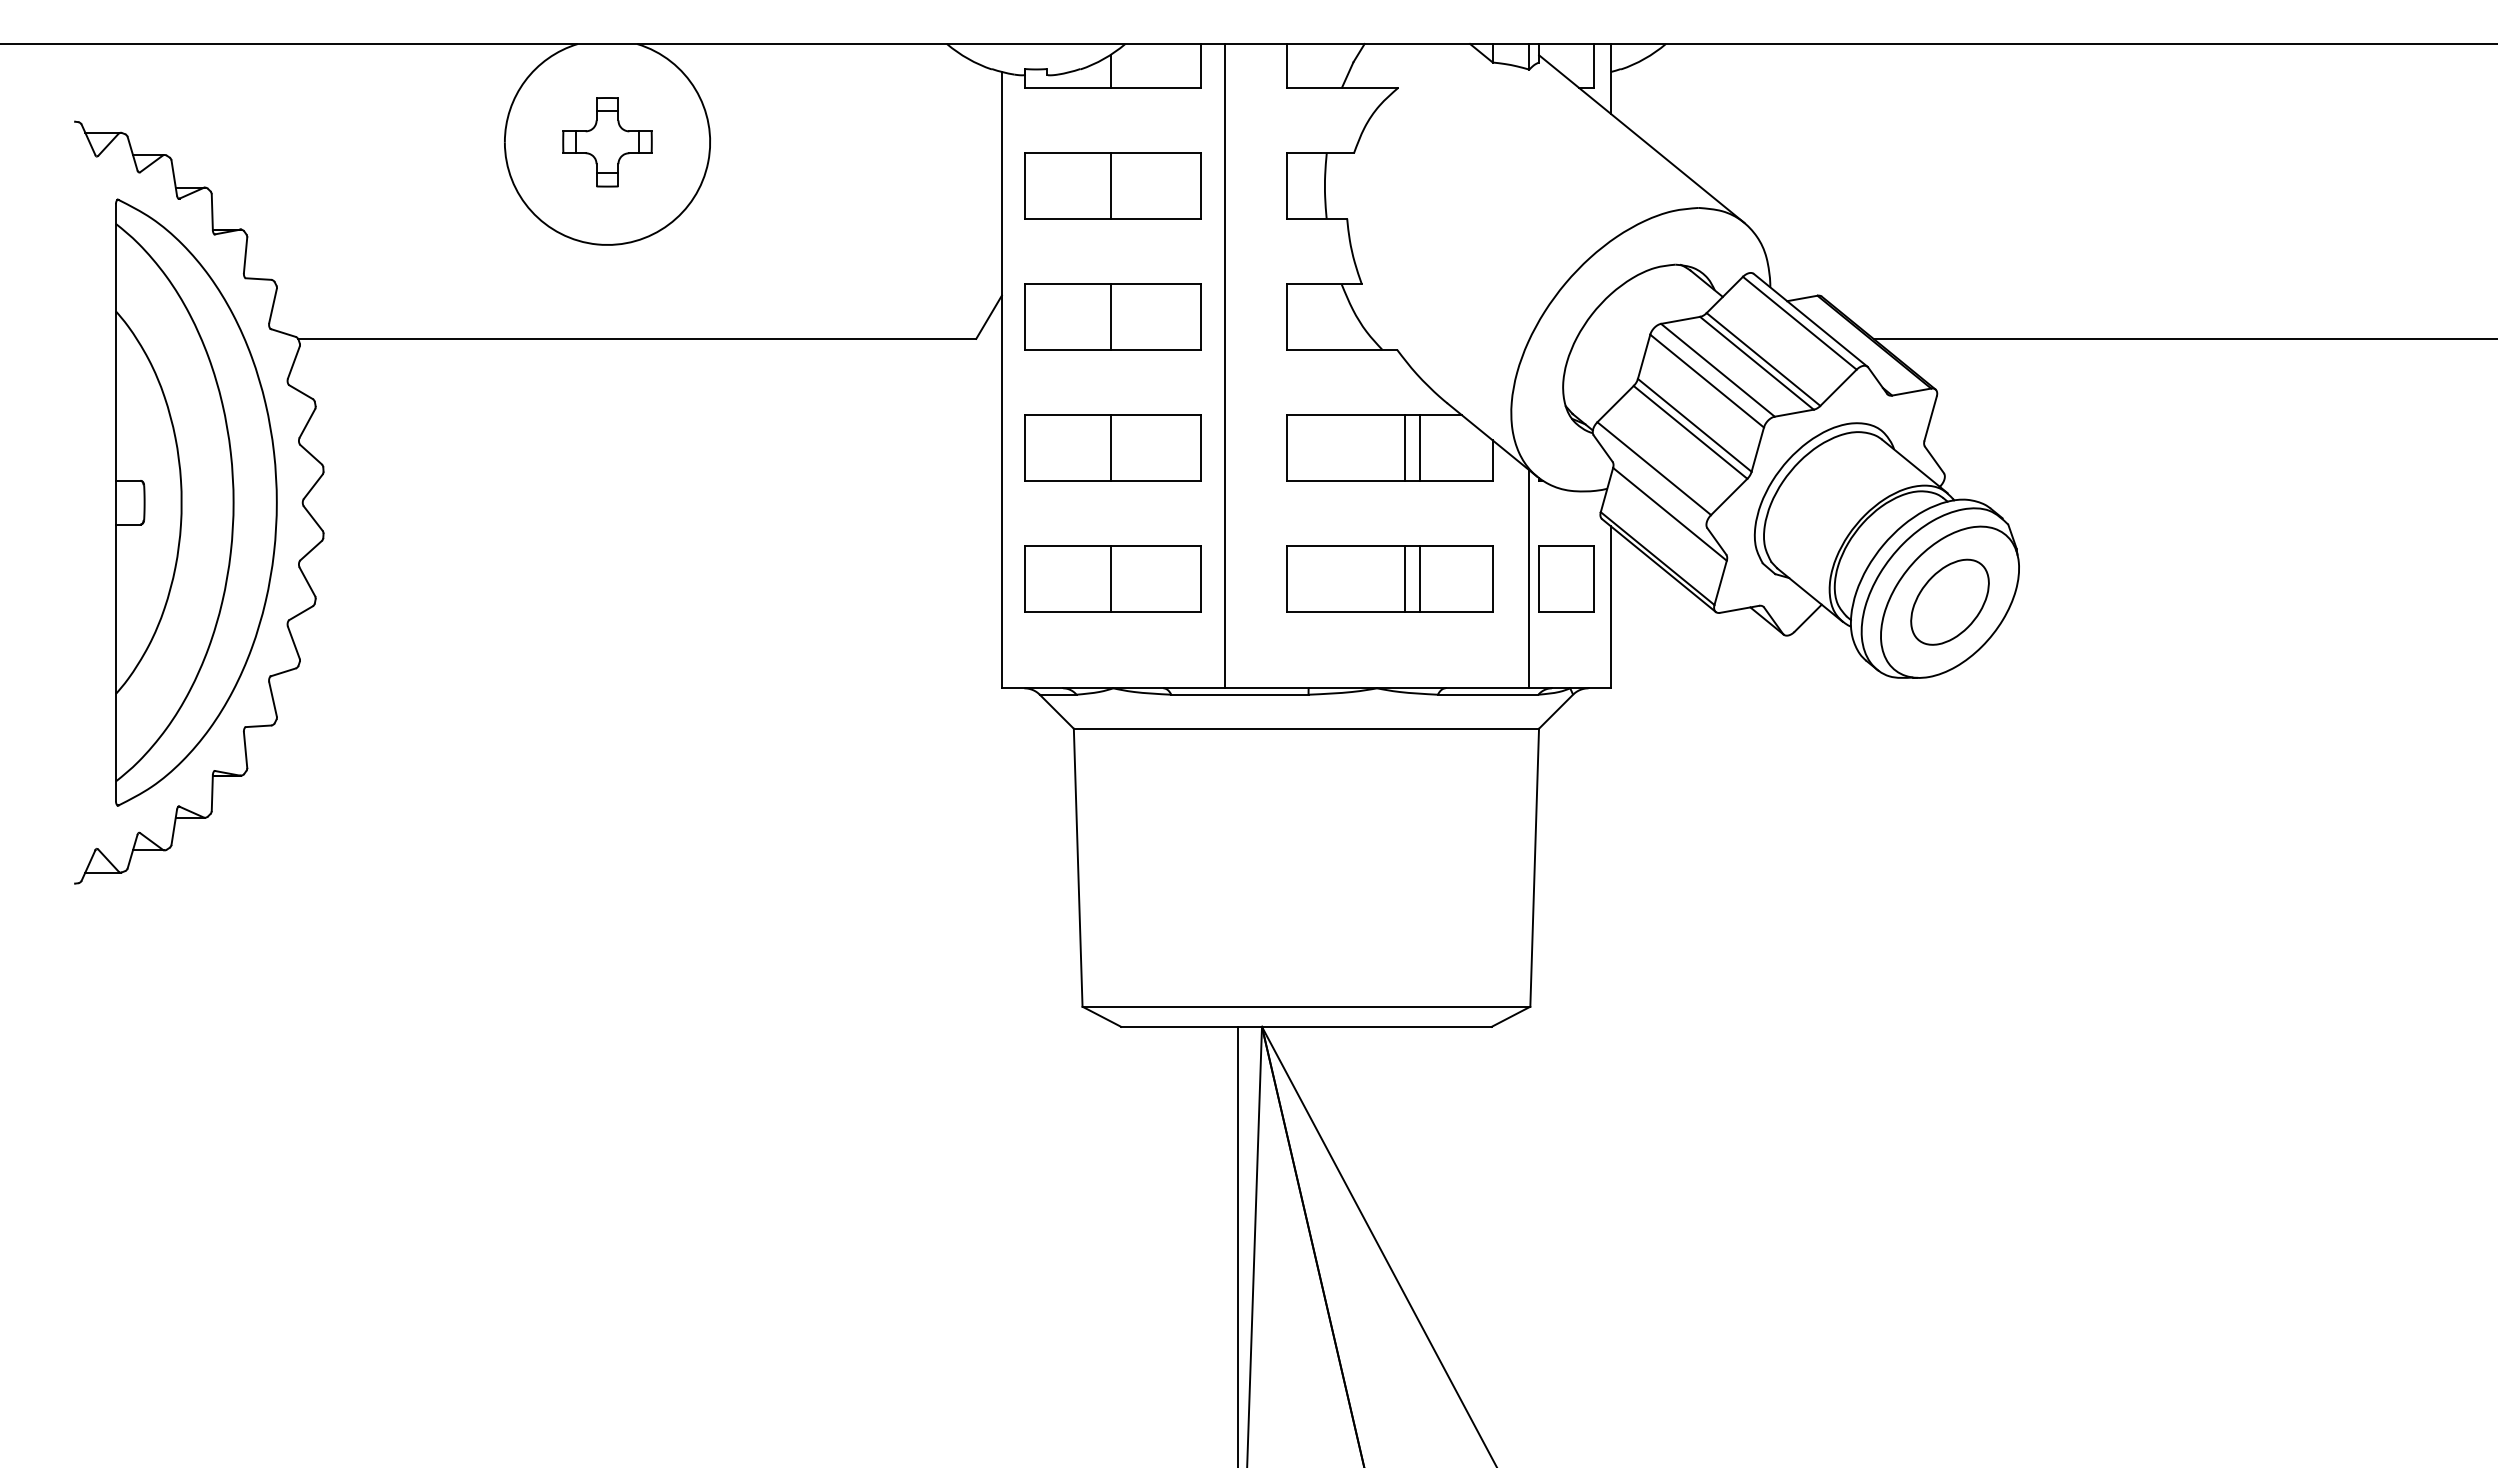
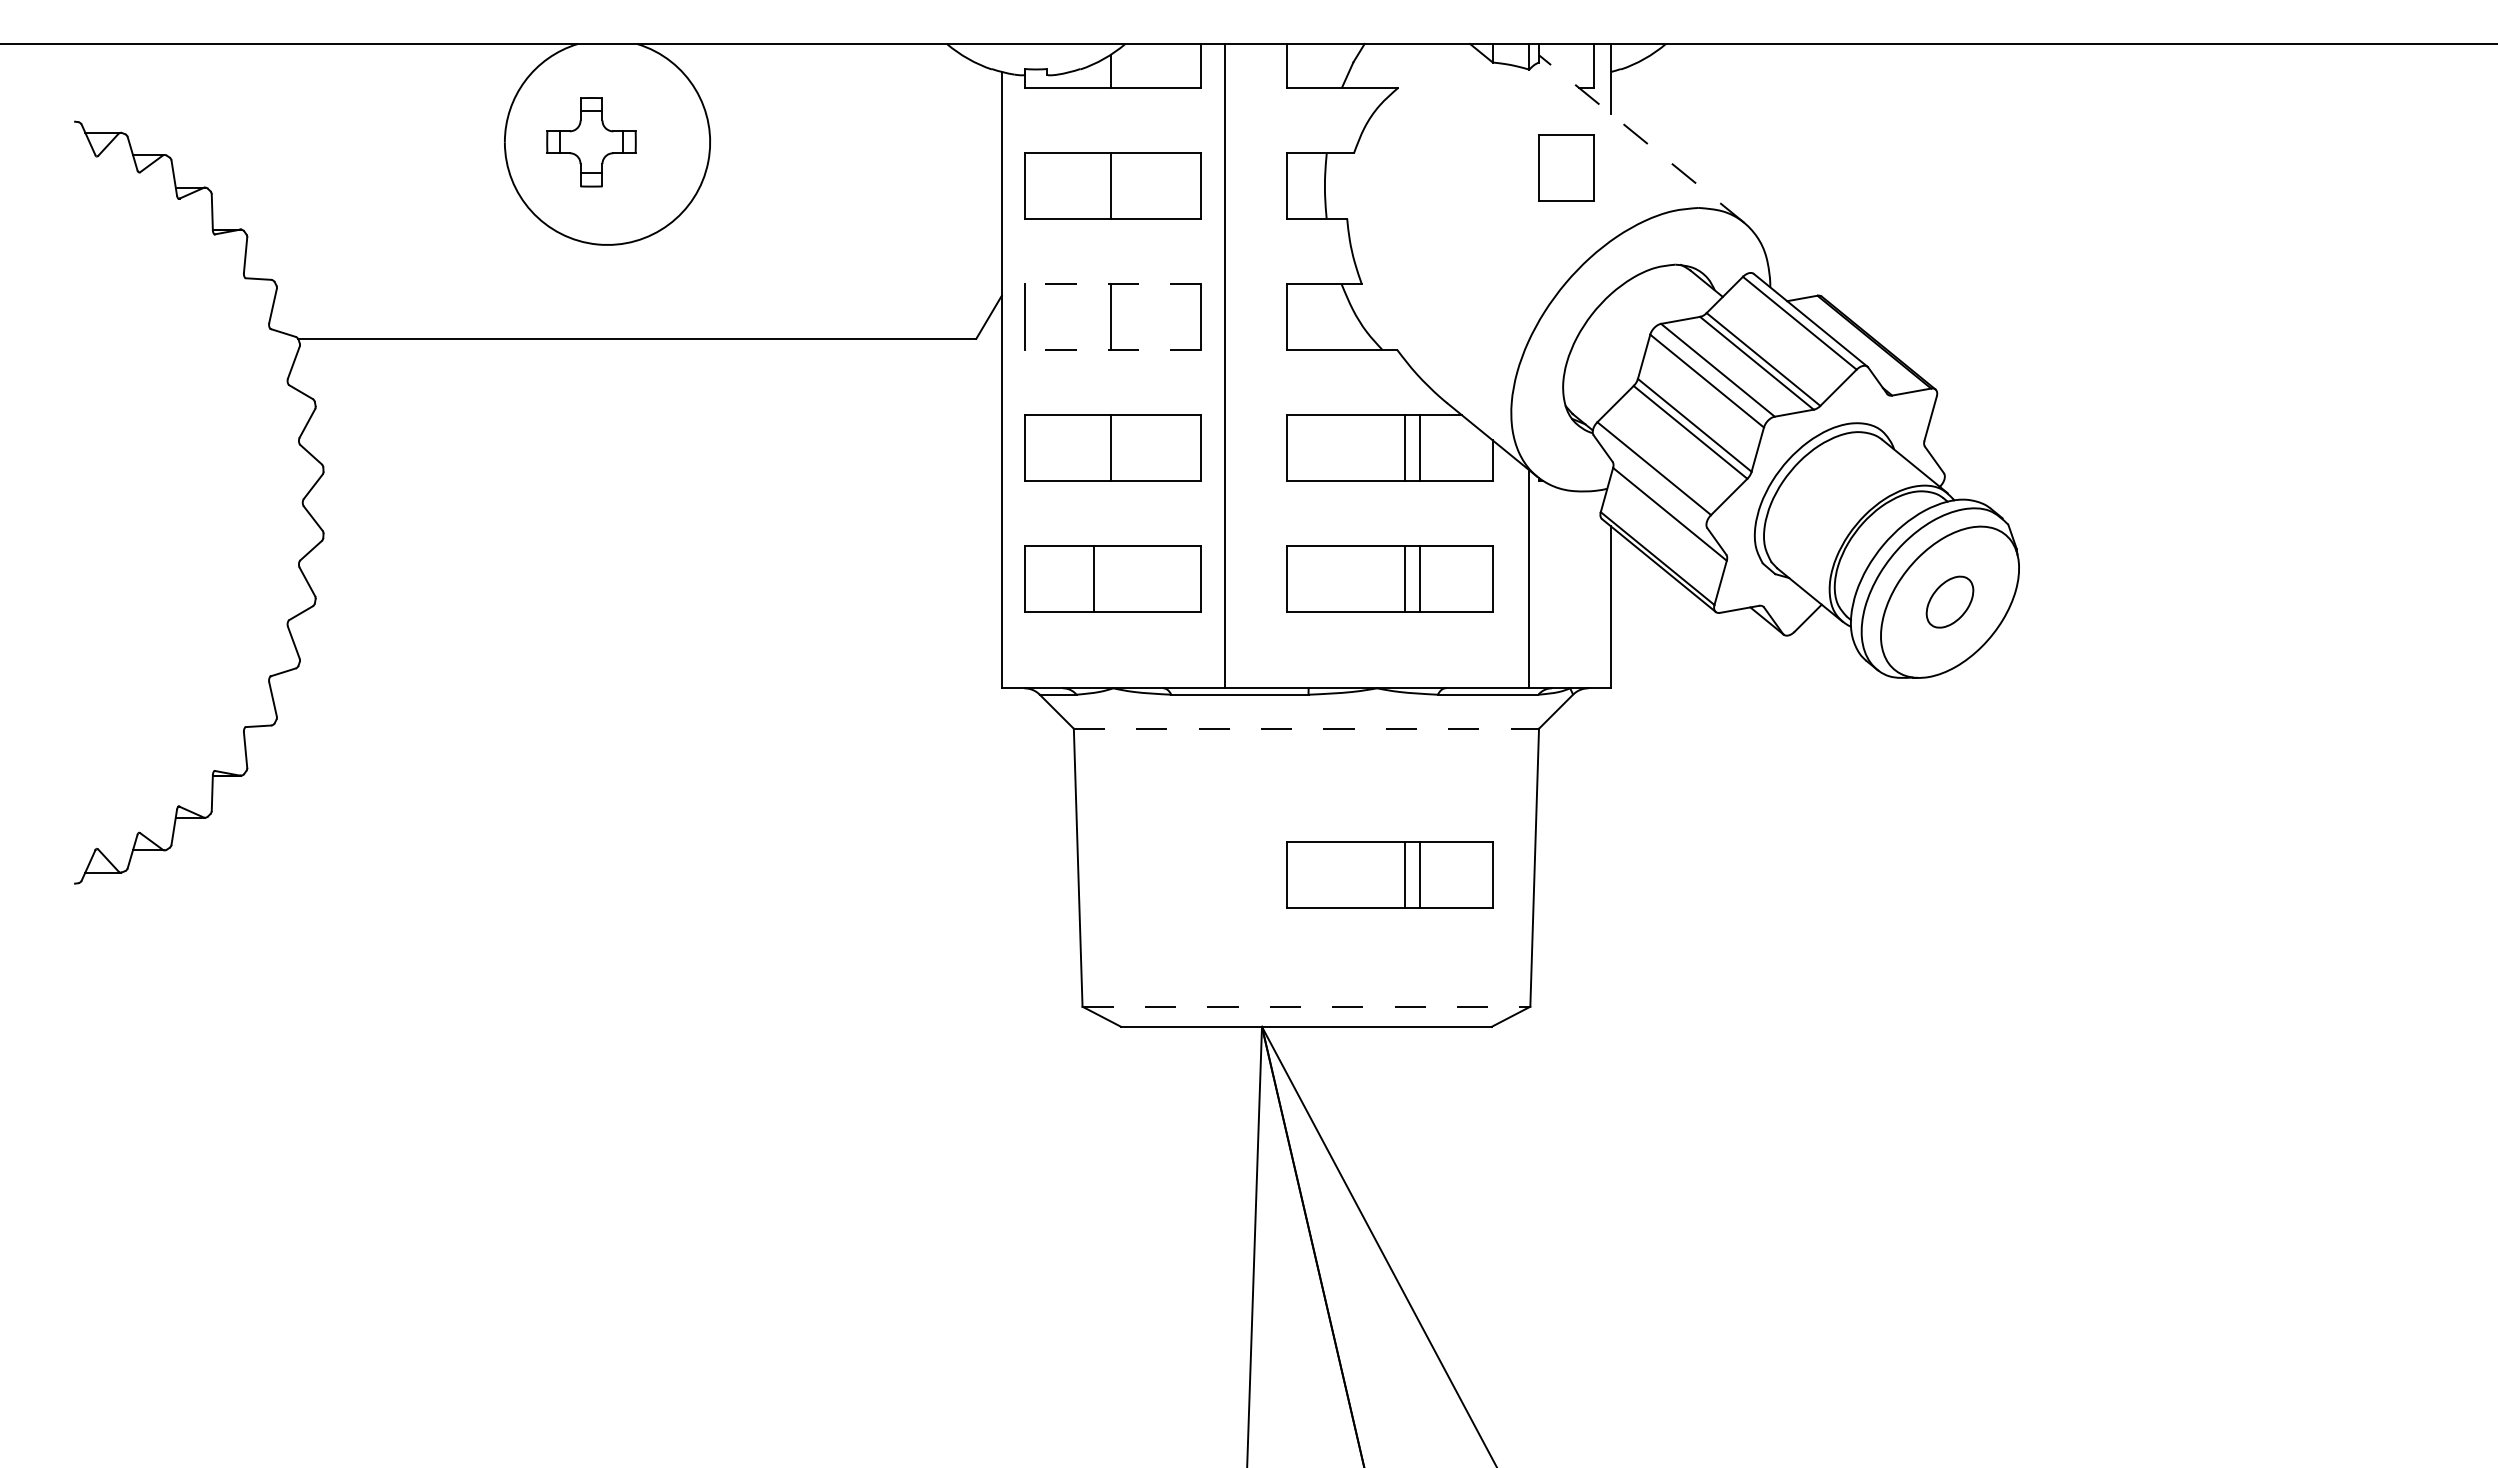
line at (1641, 139): solid -> dashed
part at (607, 142) position: (607, 142) -> (591, 142)
line at (1112, 284): solid -> dashed
line at (2183, 338): present -> none
line at (1112, 349): solid -> dashed
part at (196, 502): present -> none
line at (1110, 578) position: (1110, 578) -> (1093, 578)
part at (1566, 578) position: (1566, 578) -> (1566, 167)
part at (1949, 601) size: 80x88 px -> 50x54 px
line at (1306, 728): solid -> dashed
part at (1389, 874): none -> present
line at (1306, 1006): solid -> dashed
line at (1237, 1245): present -> none
